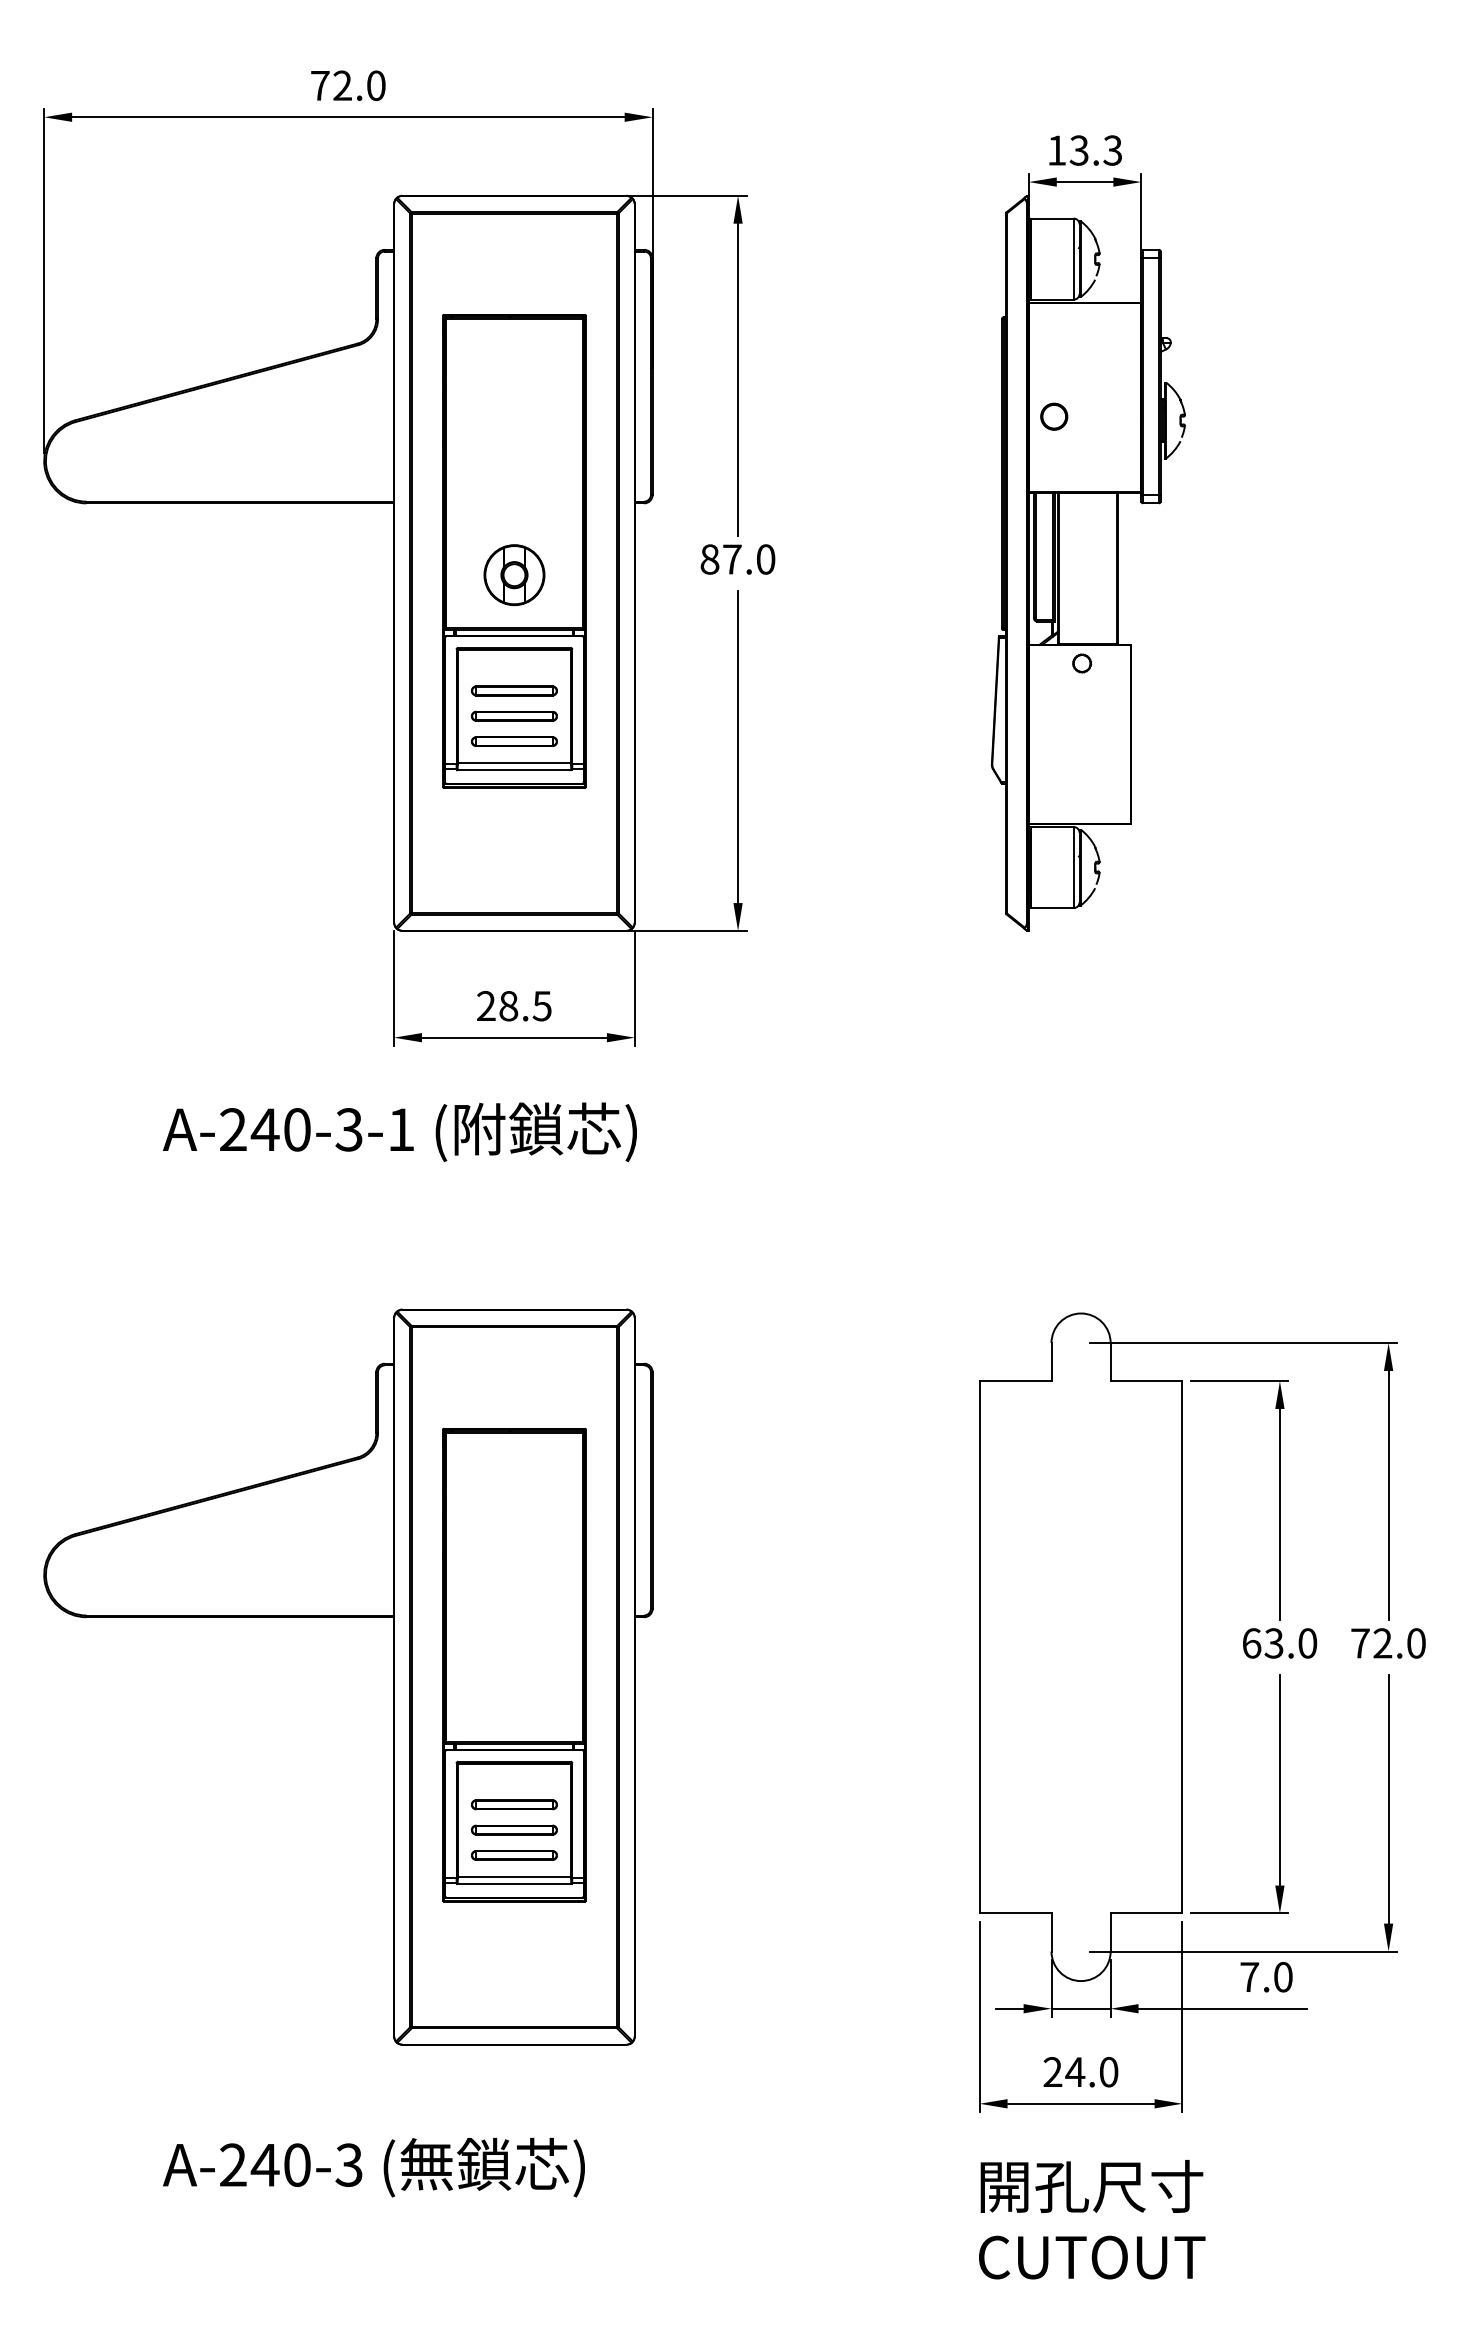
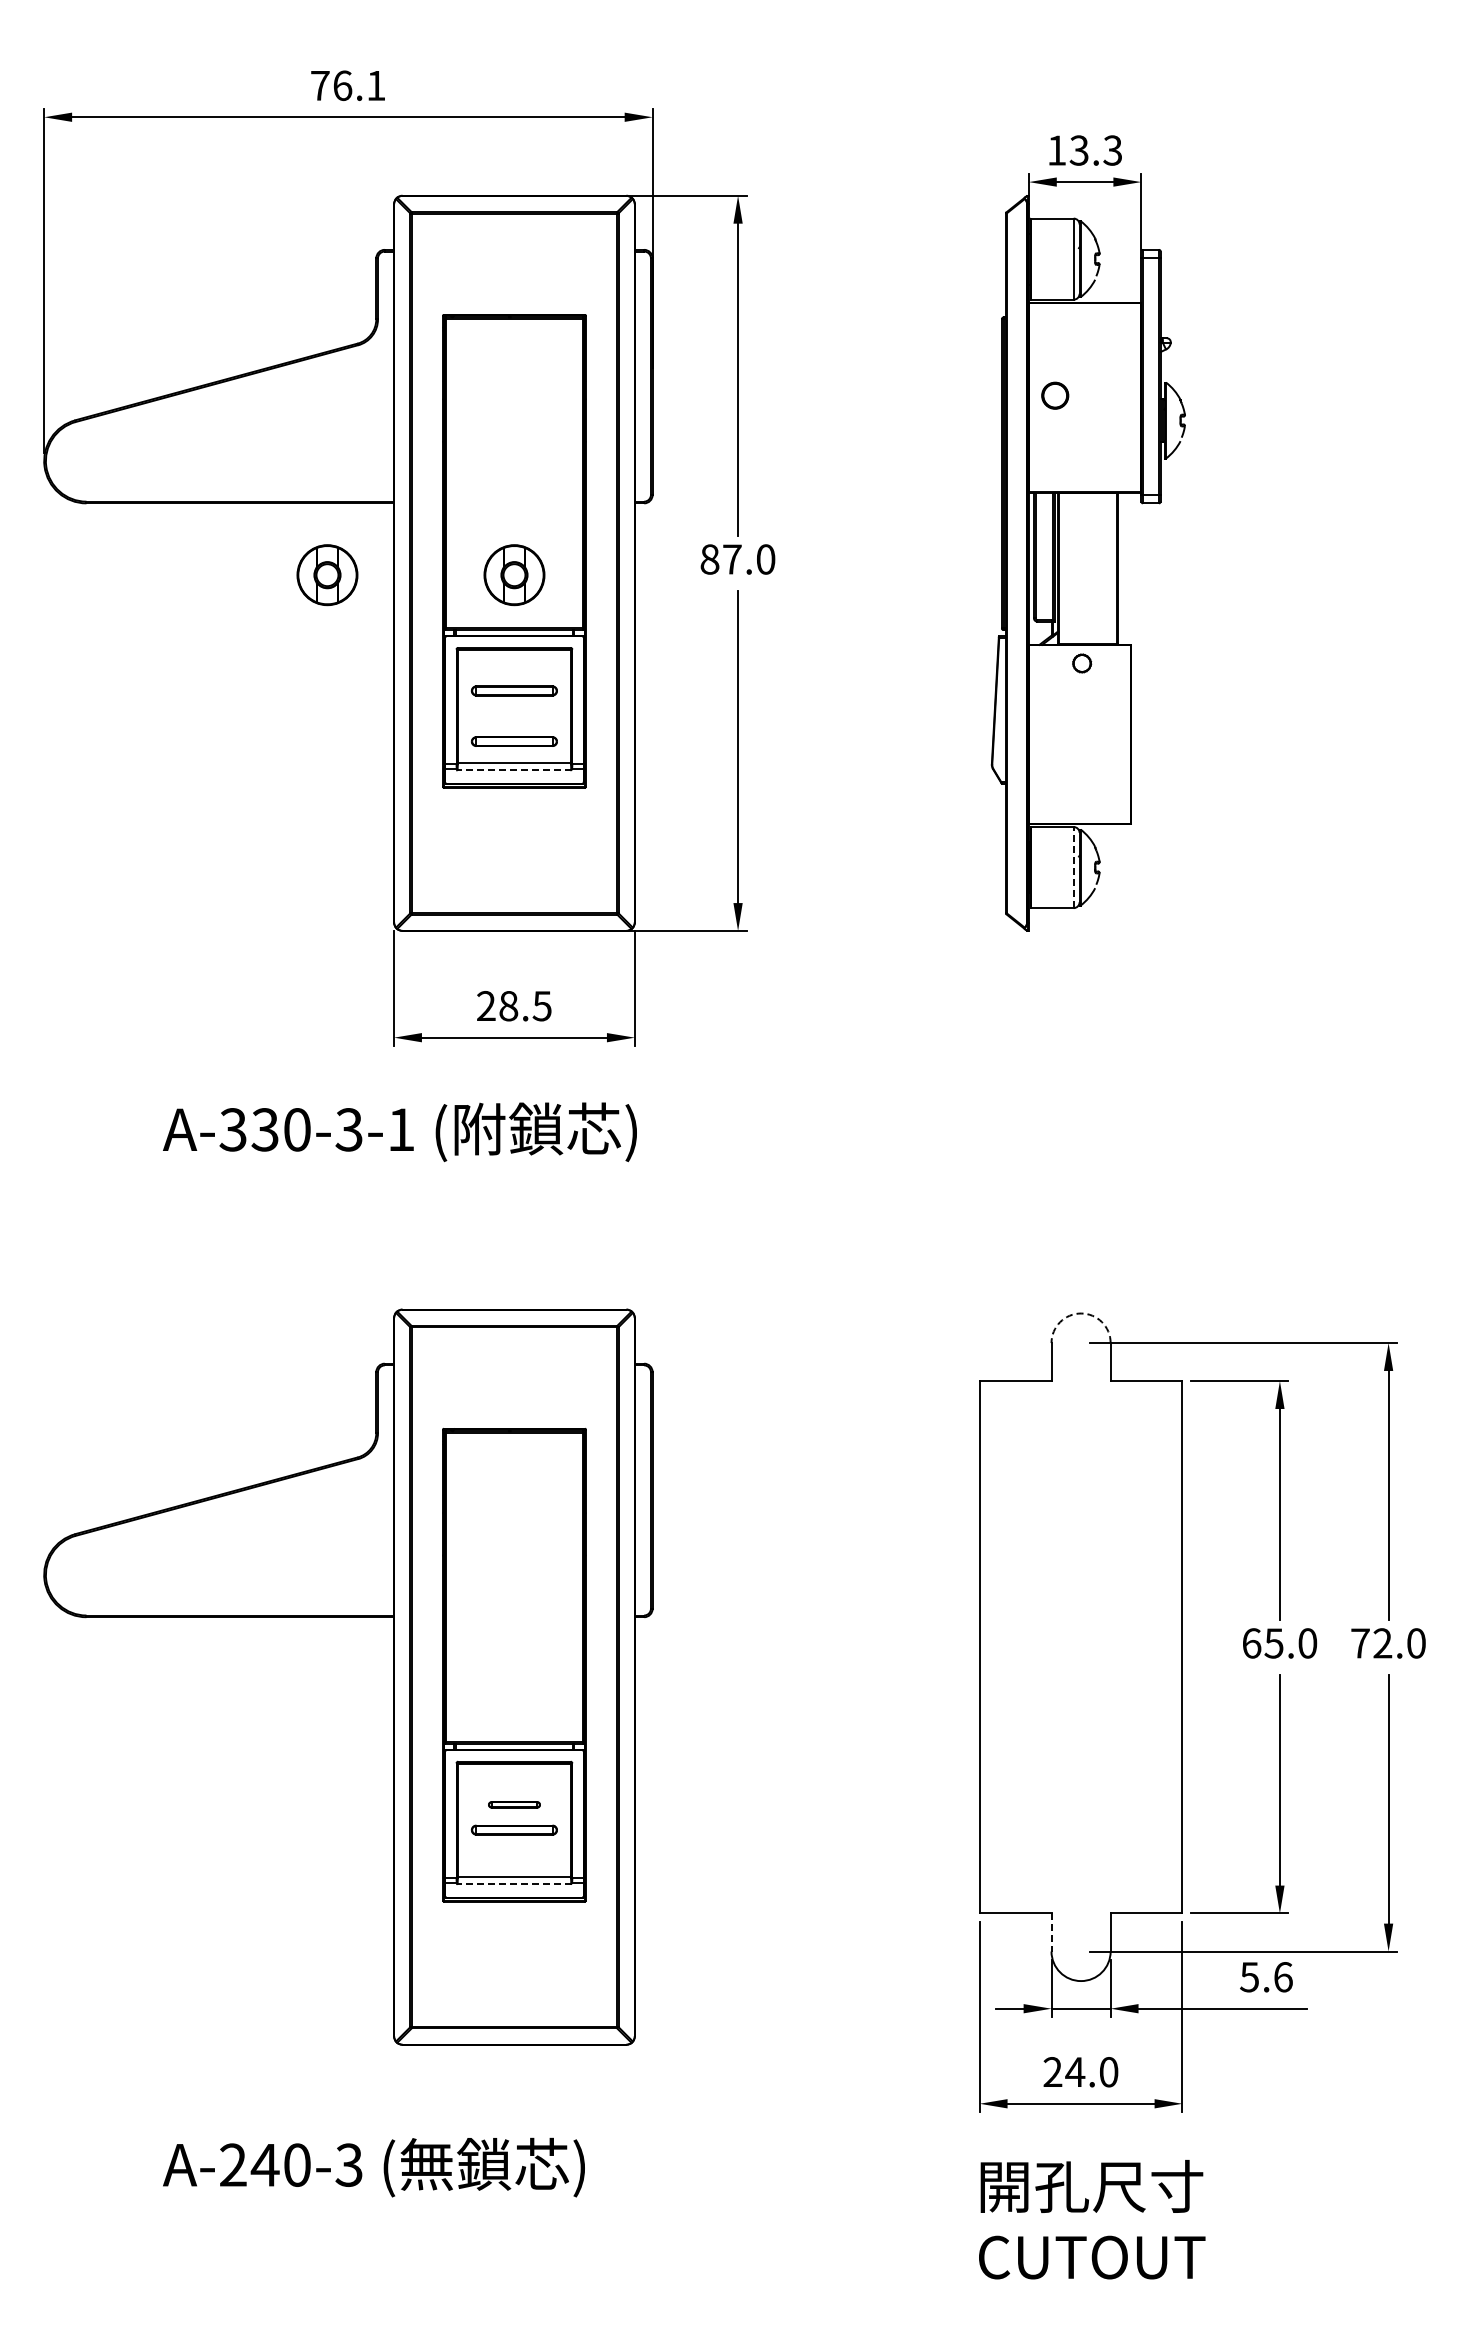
text at (359, 85): 72.0 -> 76.1
circle at (1054, 416) position: (1054, 416) -> (1055, 395)
part at (327, 575): none -> present
part at (513, 715): present -> none
line at (513, 770): solid -> dashed
line at (1073, 867): solid -> dashed
text at (249, 1129): A-240-3-1 -> A-330-3-1
arc at (1081, 1313): solid -> dashed
text at (1273, 1643): 63.0 -> 65.0
part at (514, 1804) size: 87x12 px -> 53x8 px
part at (513, 1855): present -> none
line at (513, 1884): solid -> dashed
line at (1051, 1932): solid -> dashed
text at (1266, 1977): 7.0 -> 5.6
